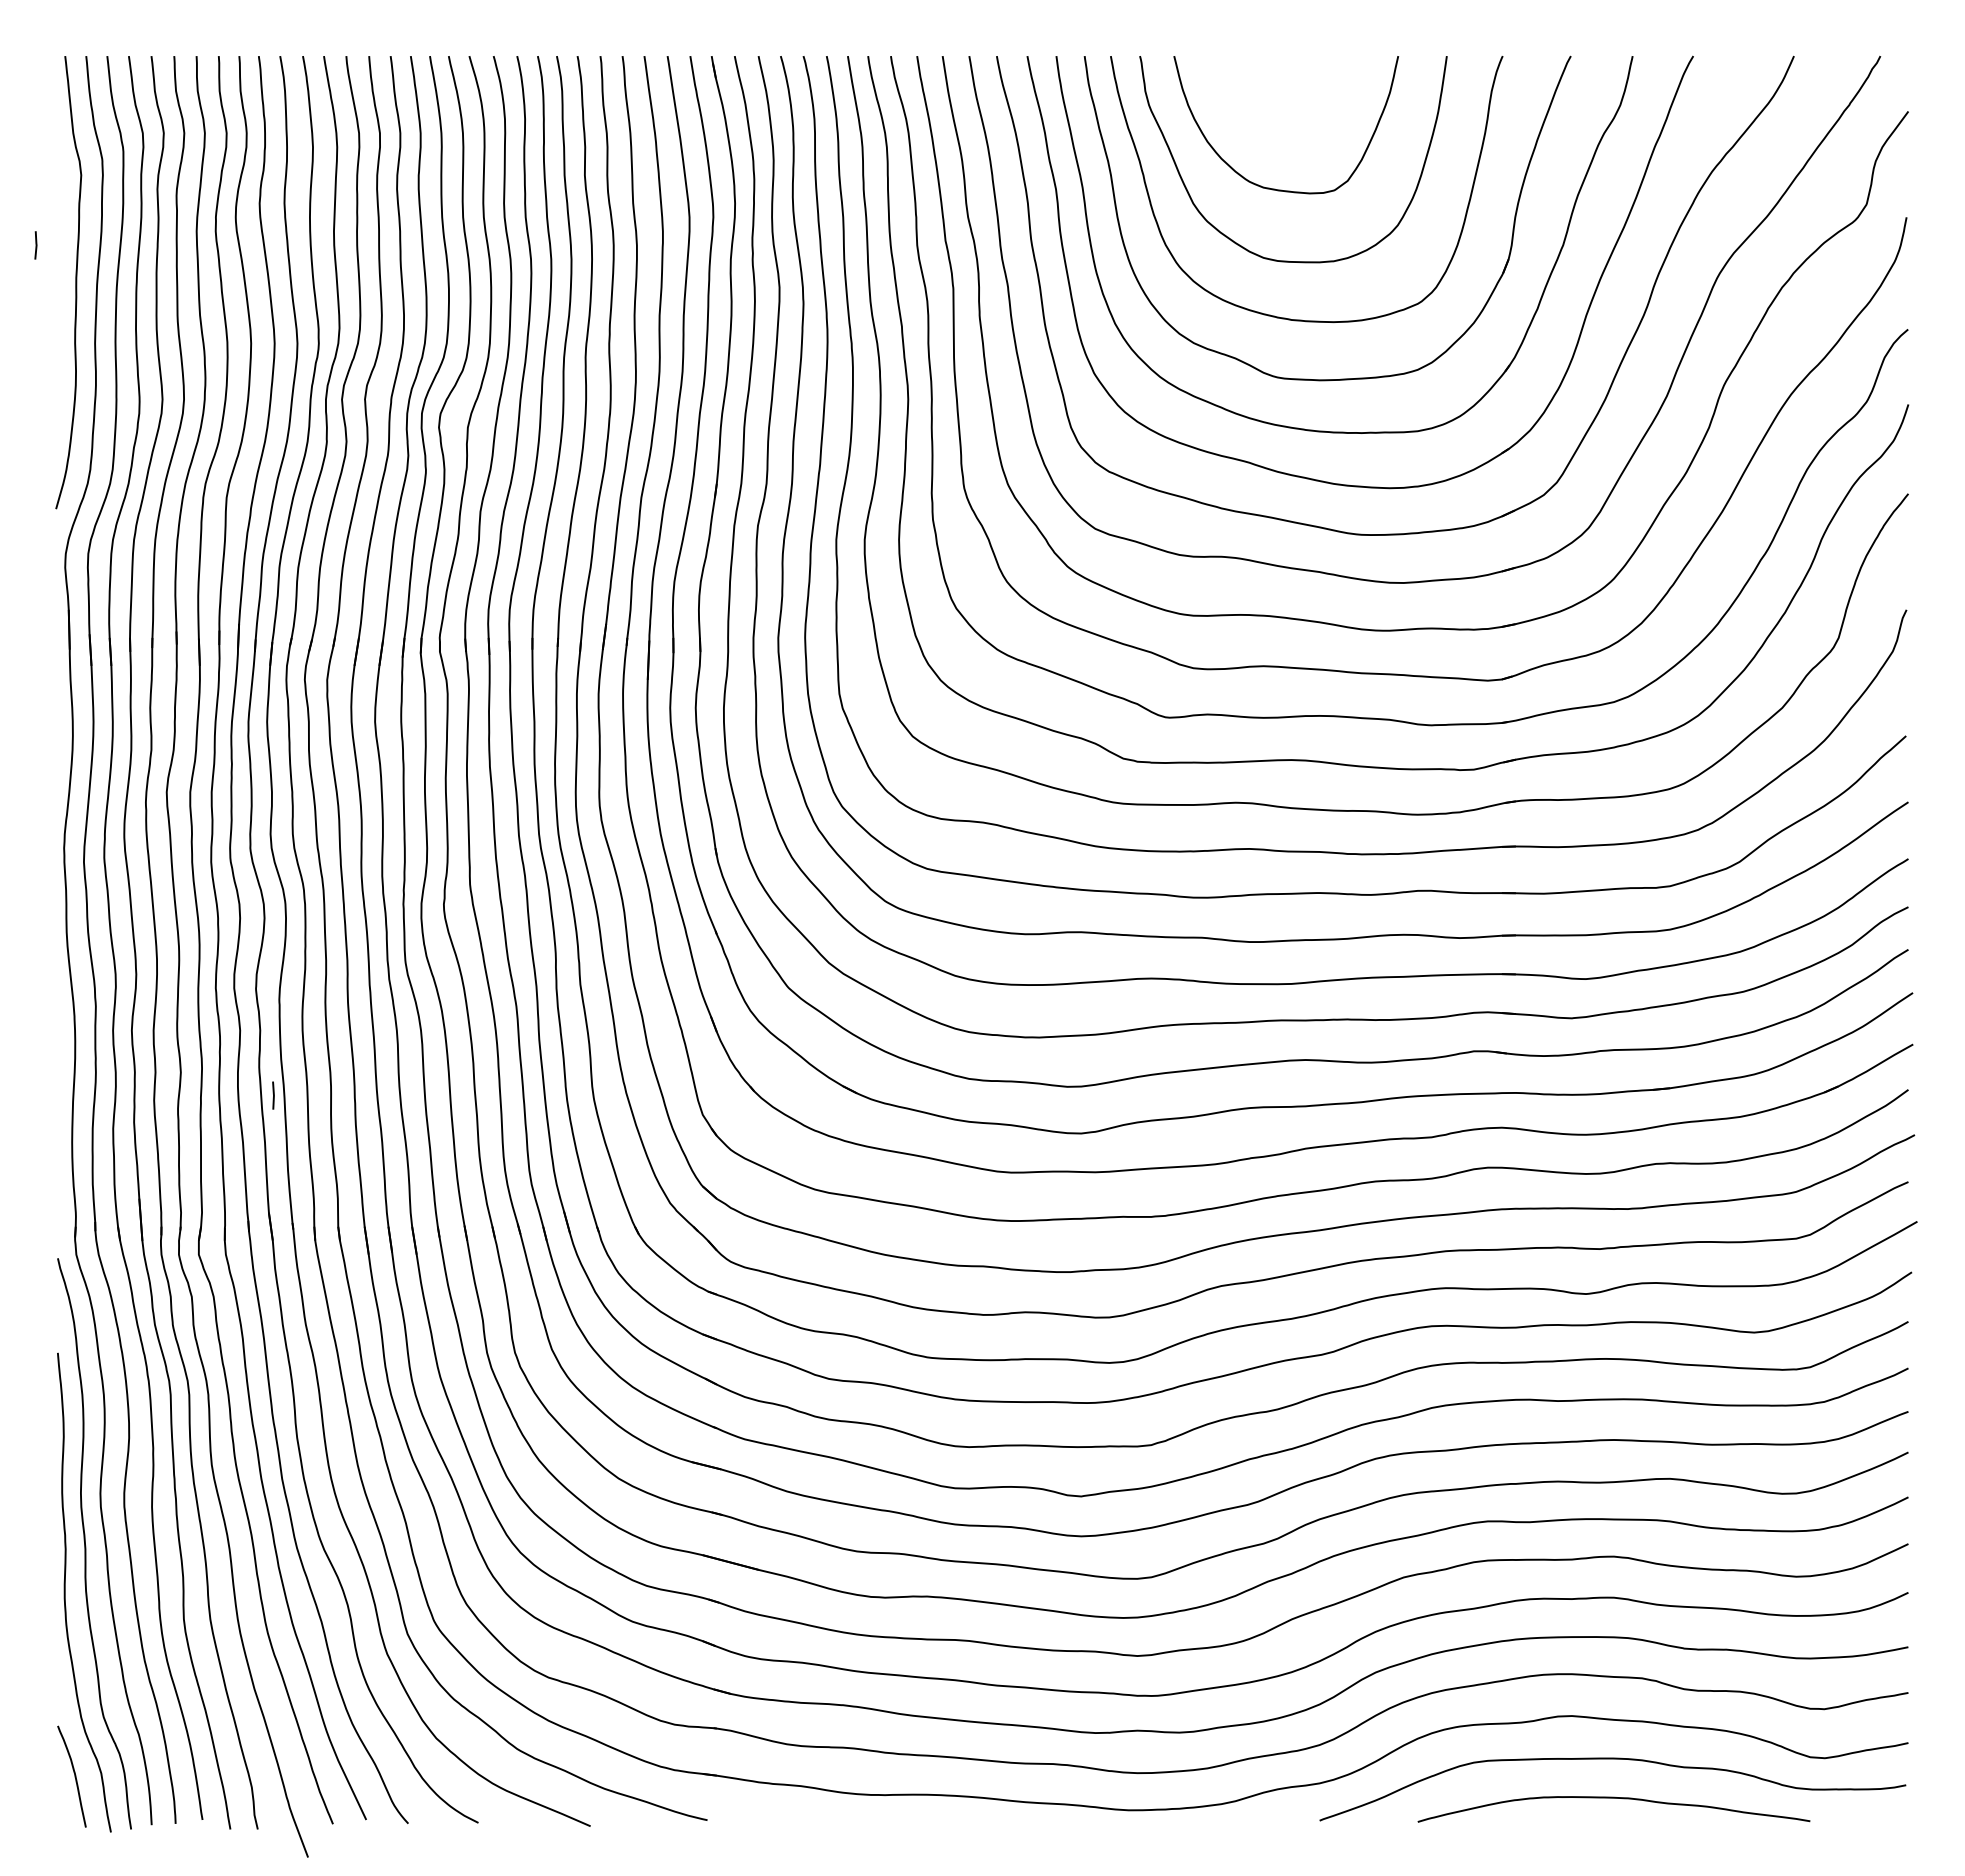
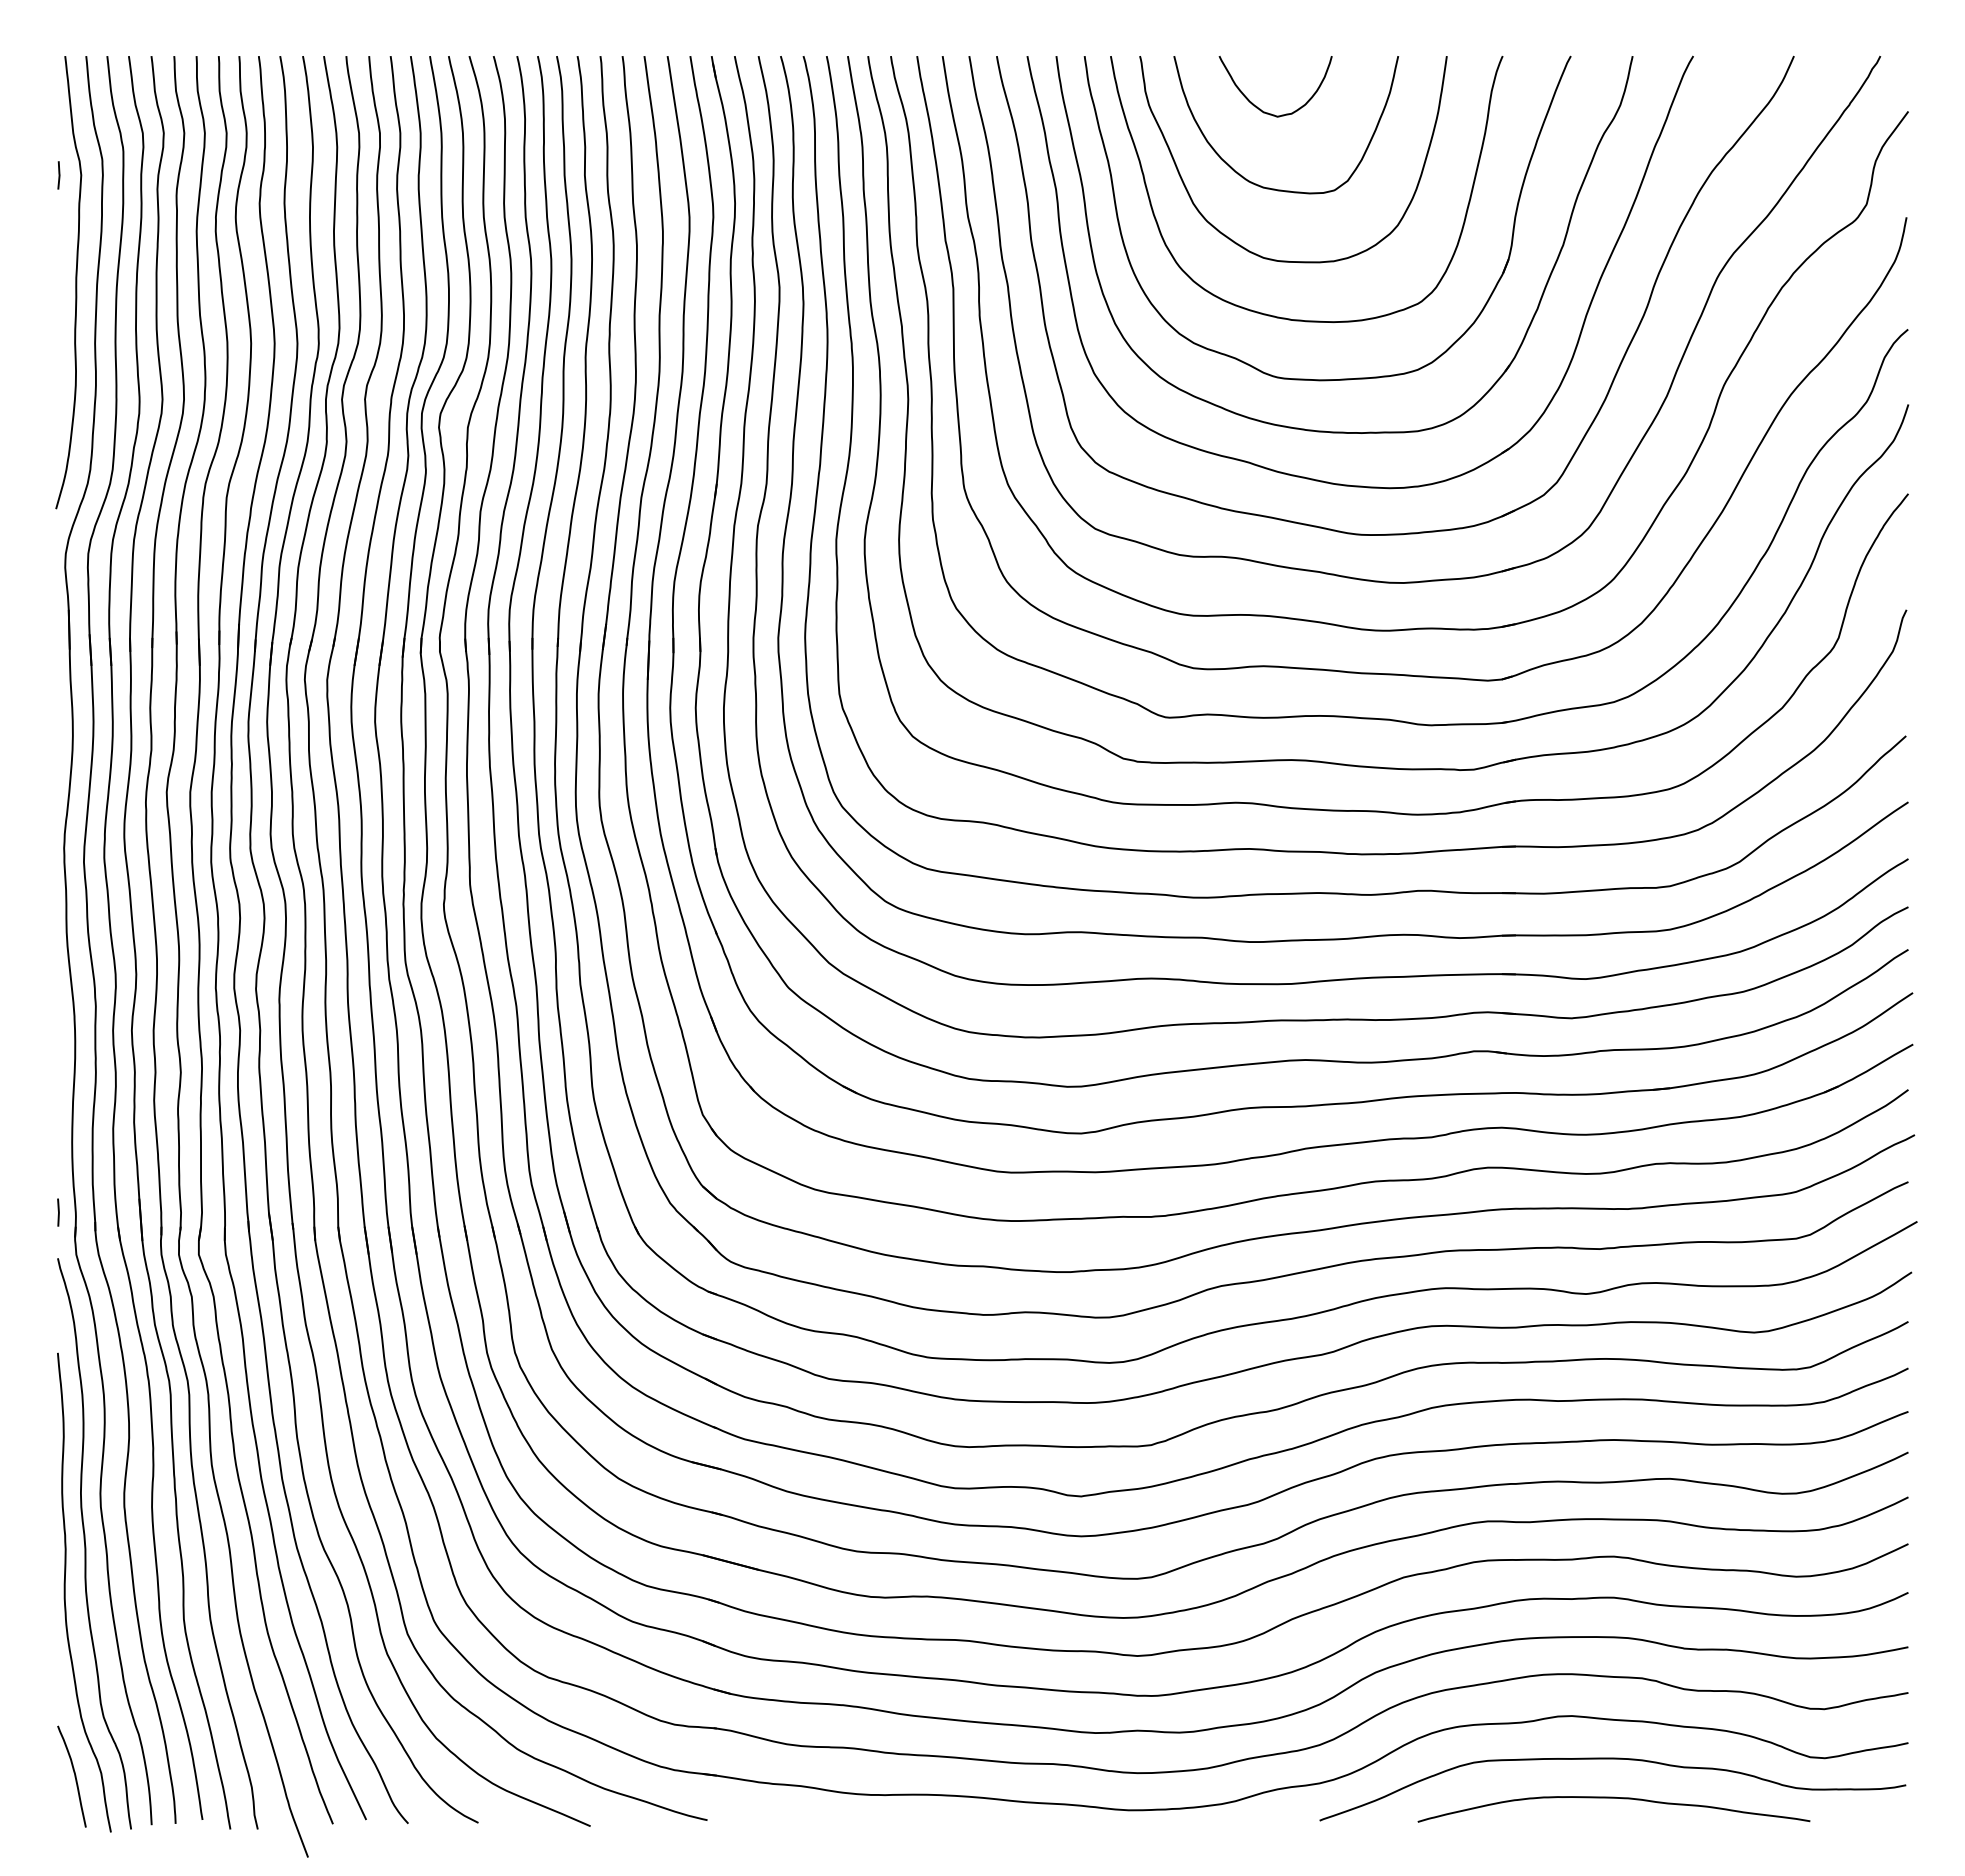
curve at (1260, 108): none -> present
line at (35, 245) position: (35, 245) -> (58, 175)
line at (273, 1095) position: (273, 1095) -> (58, 1212)
